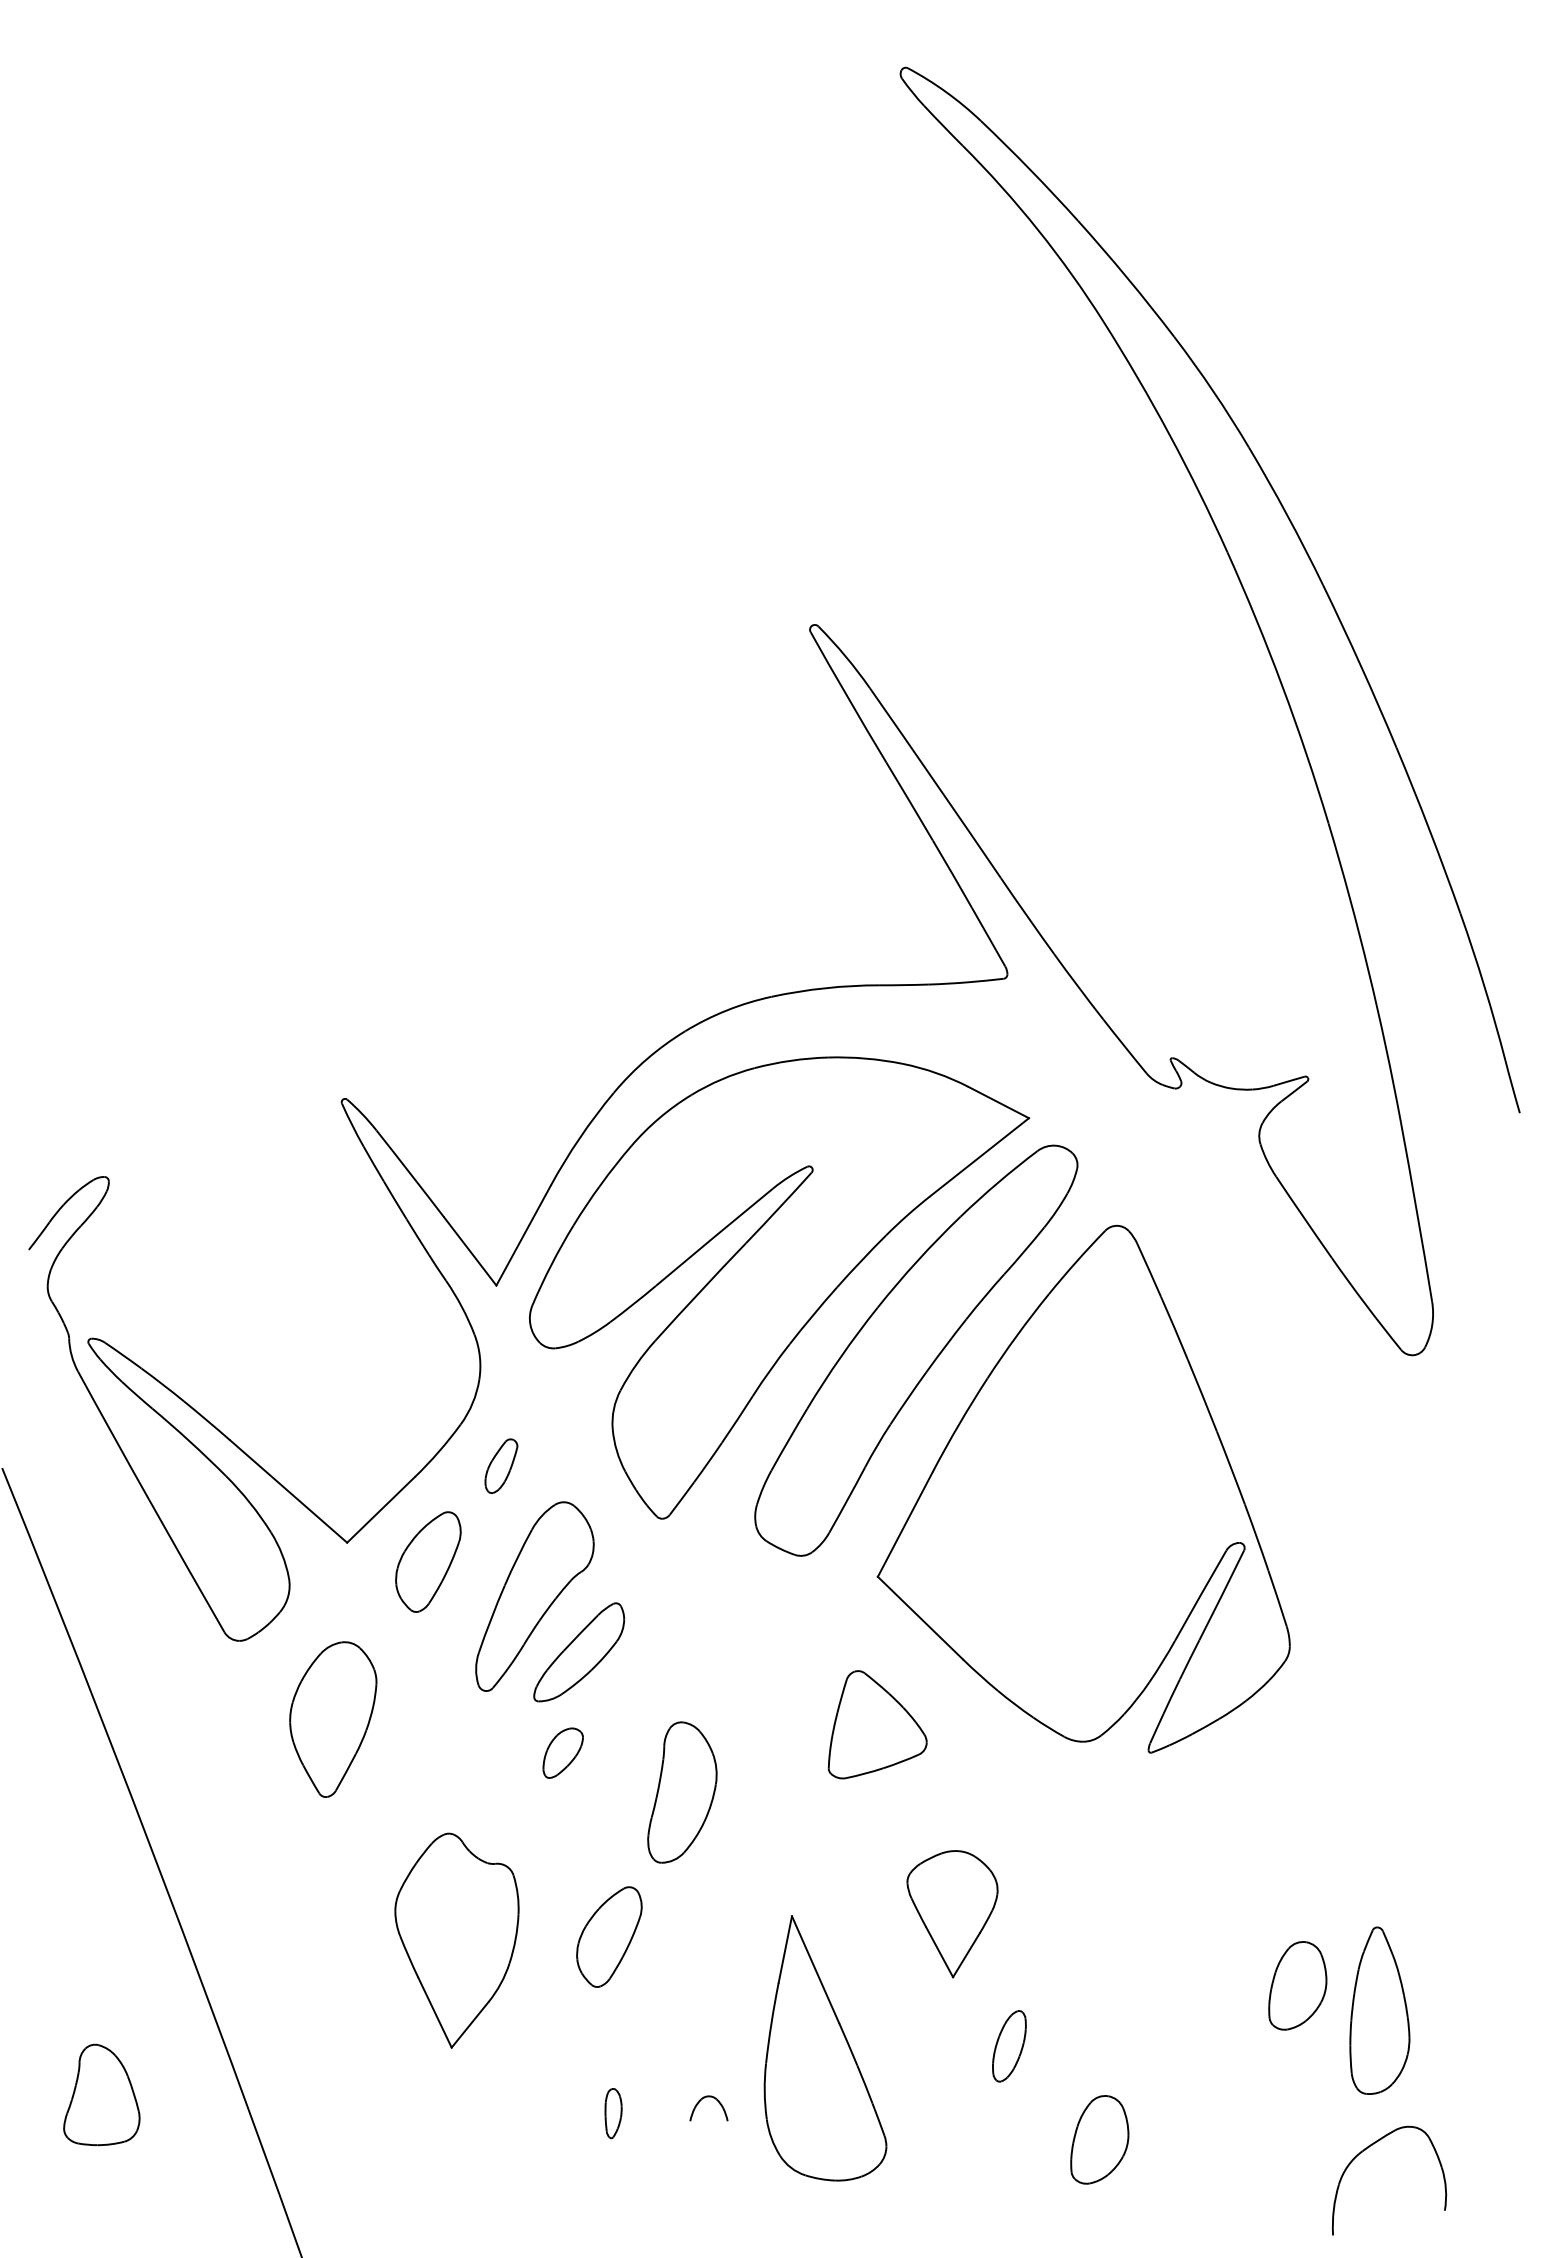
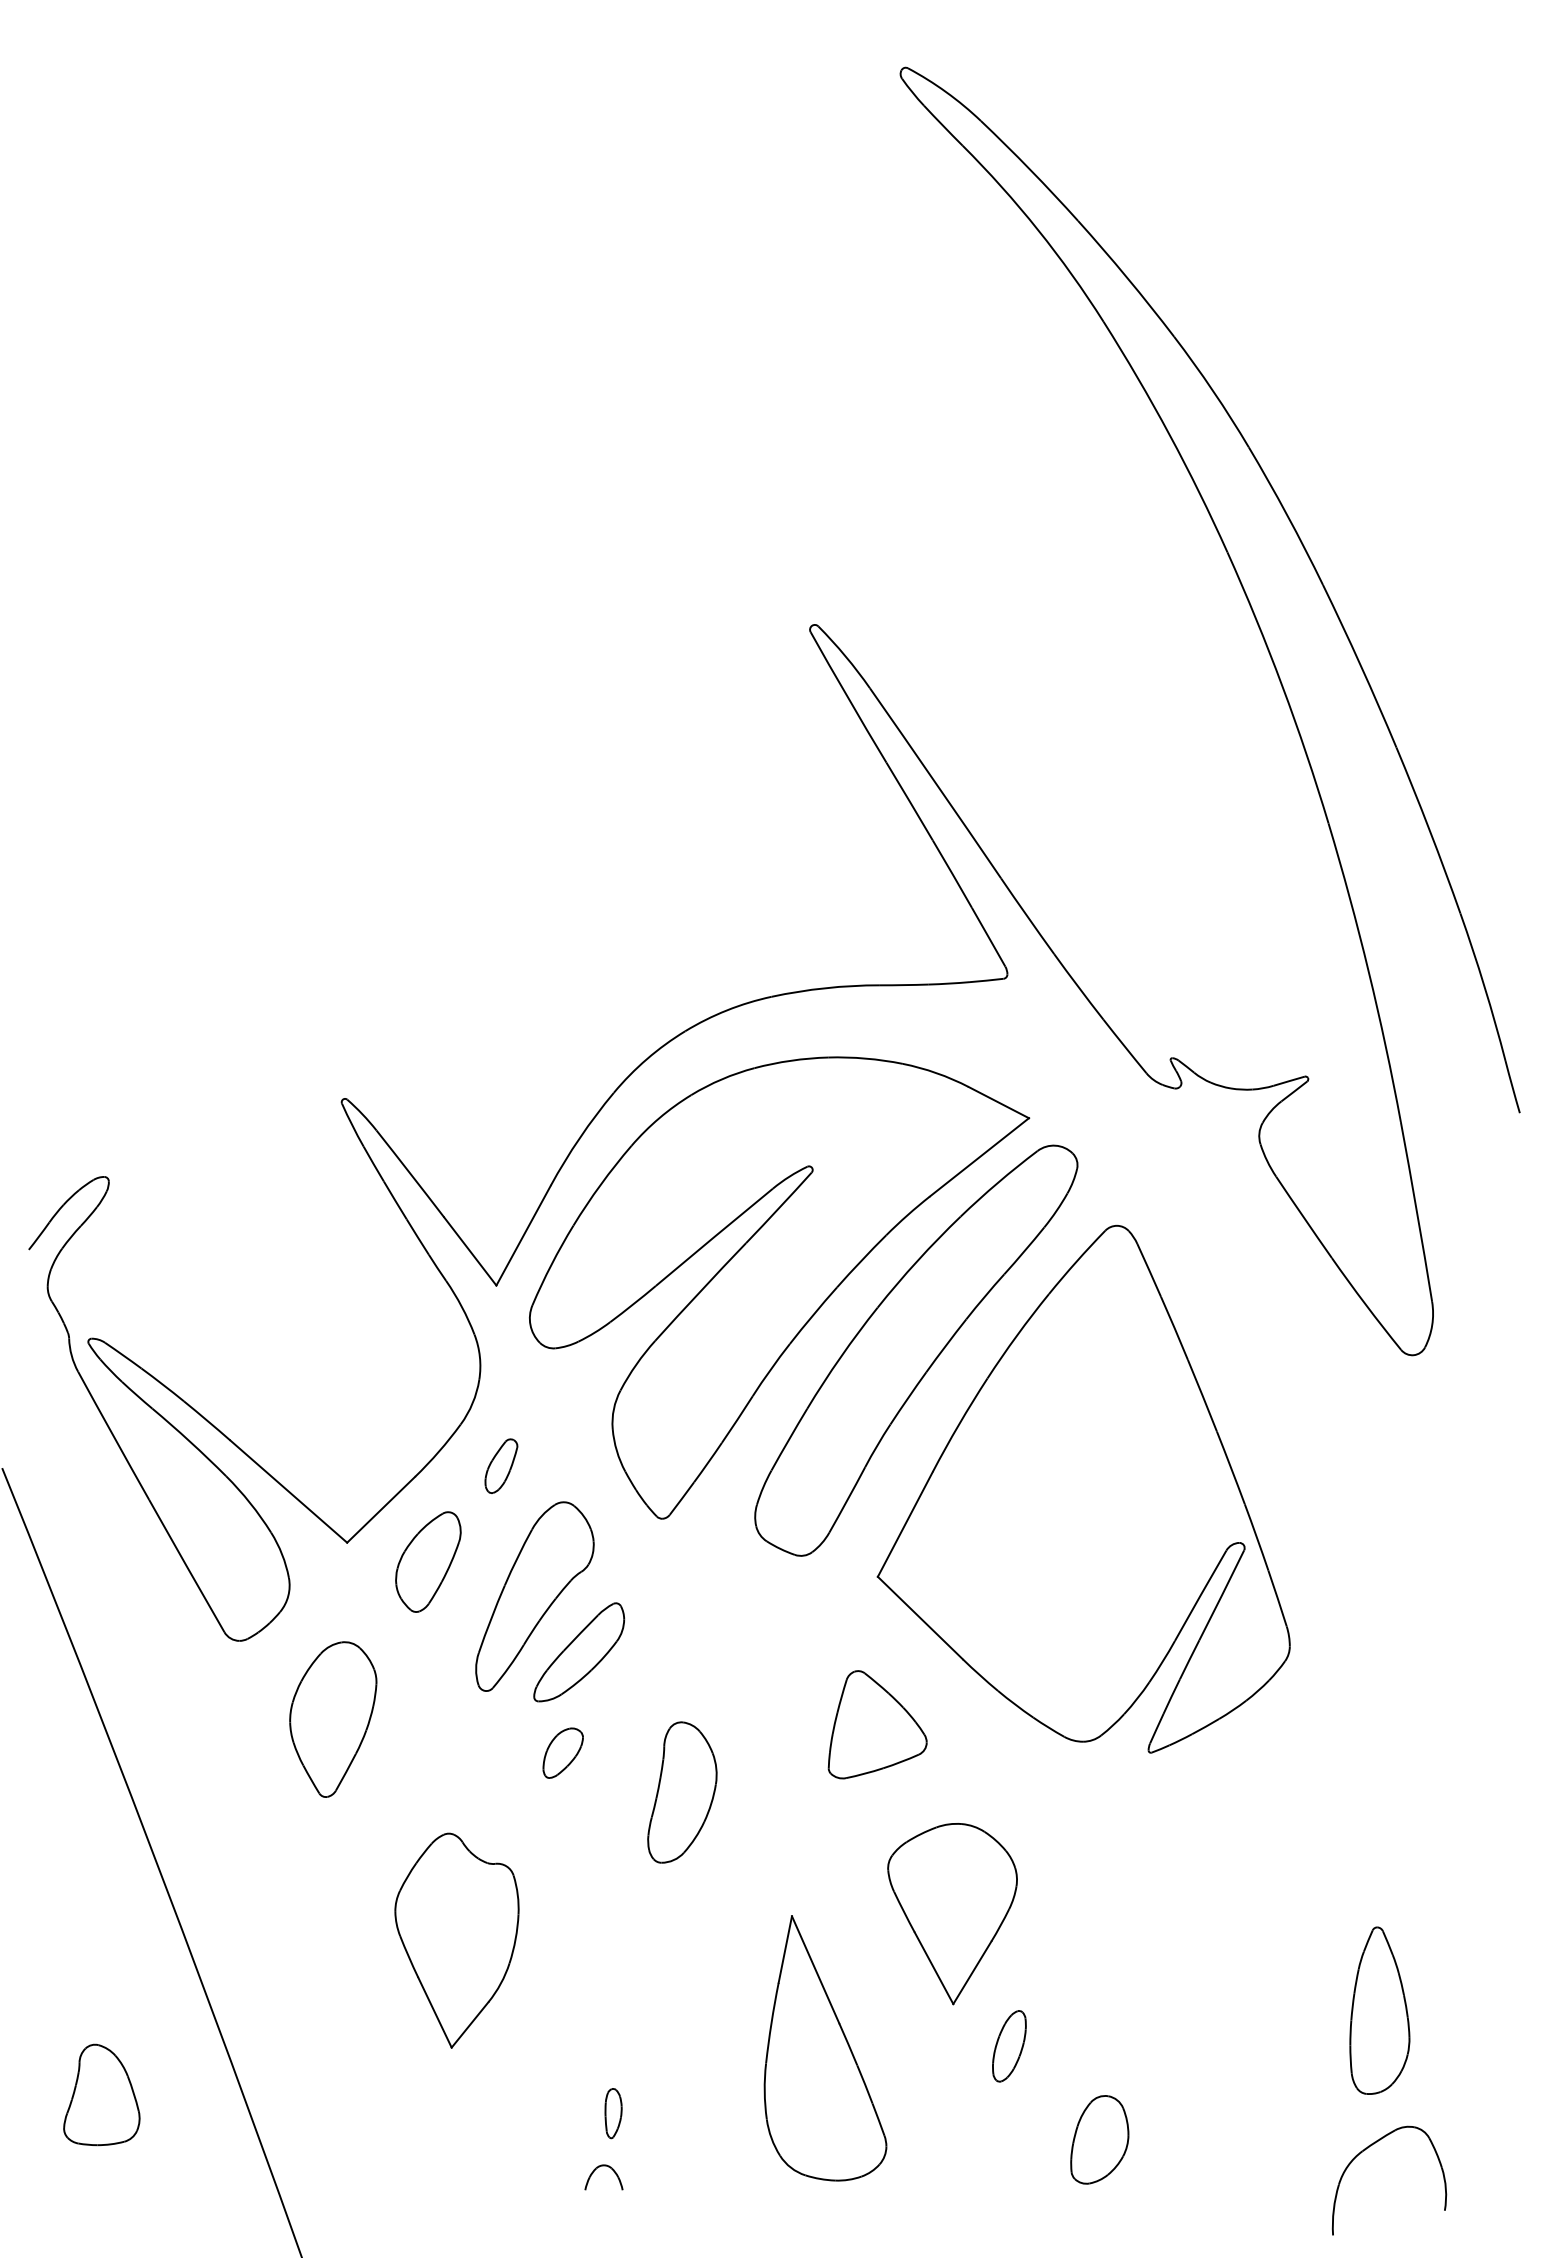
part at (952, 1914) size: 93x129 px -> 131x183 px
part at (609, 1936): present -> none
part at (1297, 1985): present -> none
part at (701, 2100) position: (701, 2100) -> (596, 2169)
